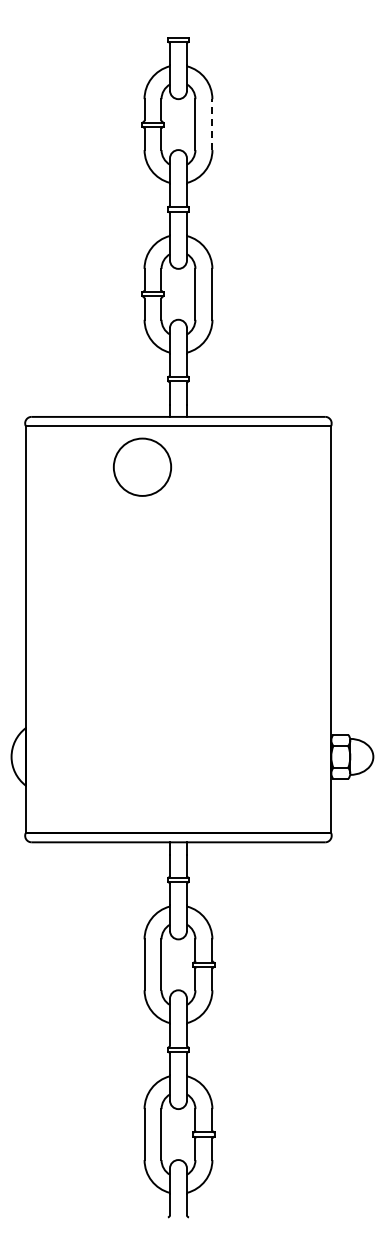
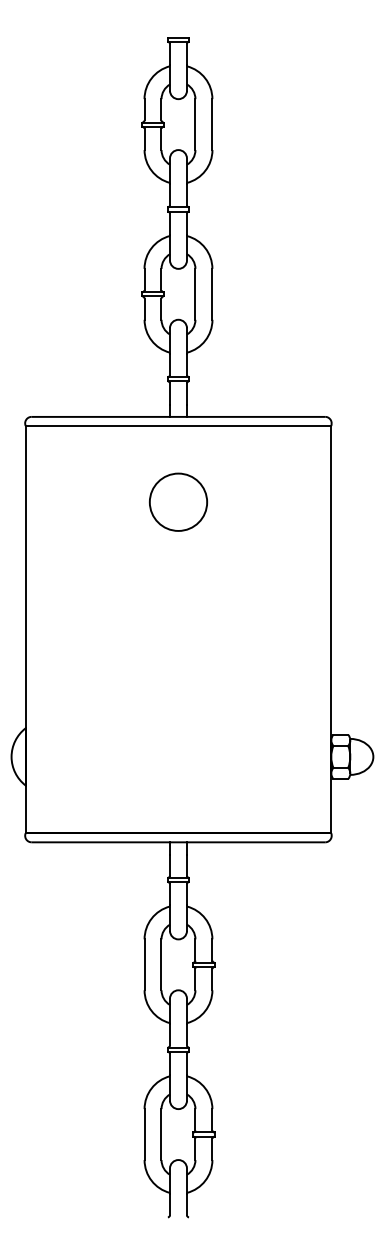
line at (212, 124): dashed -> solid
circle at (142, 466) position: (142, 466) -> (178, 501)
